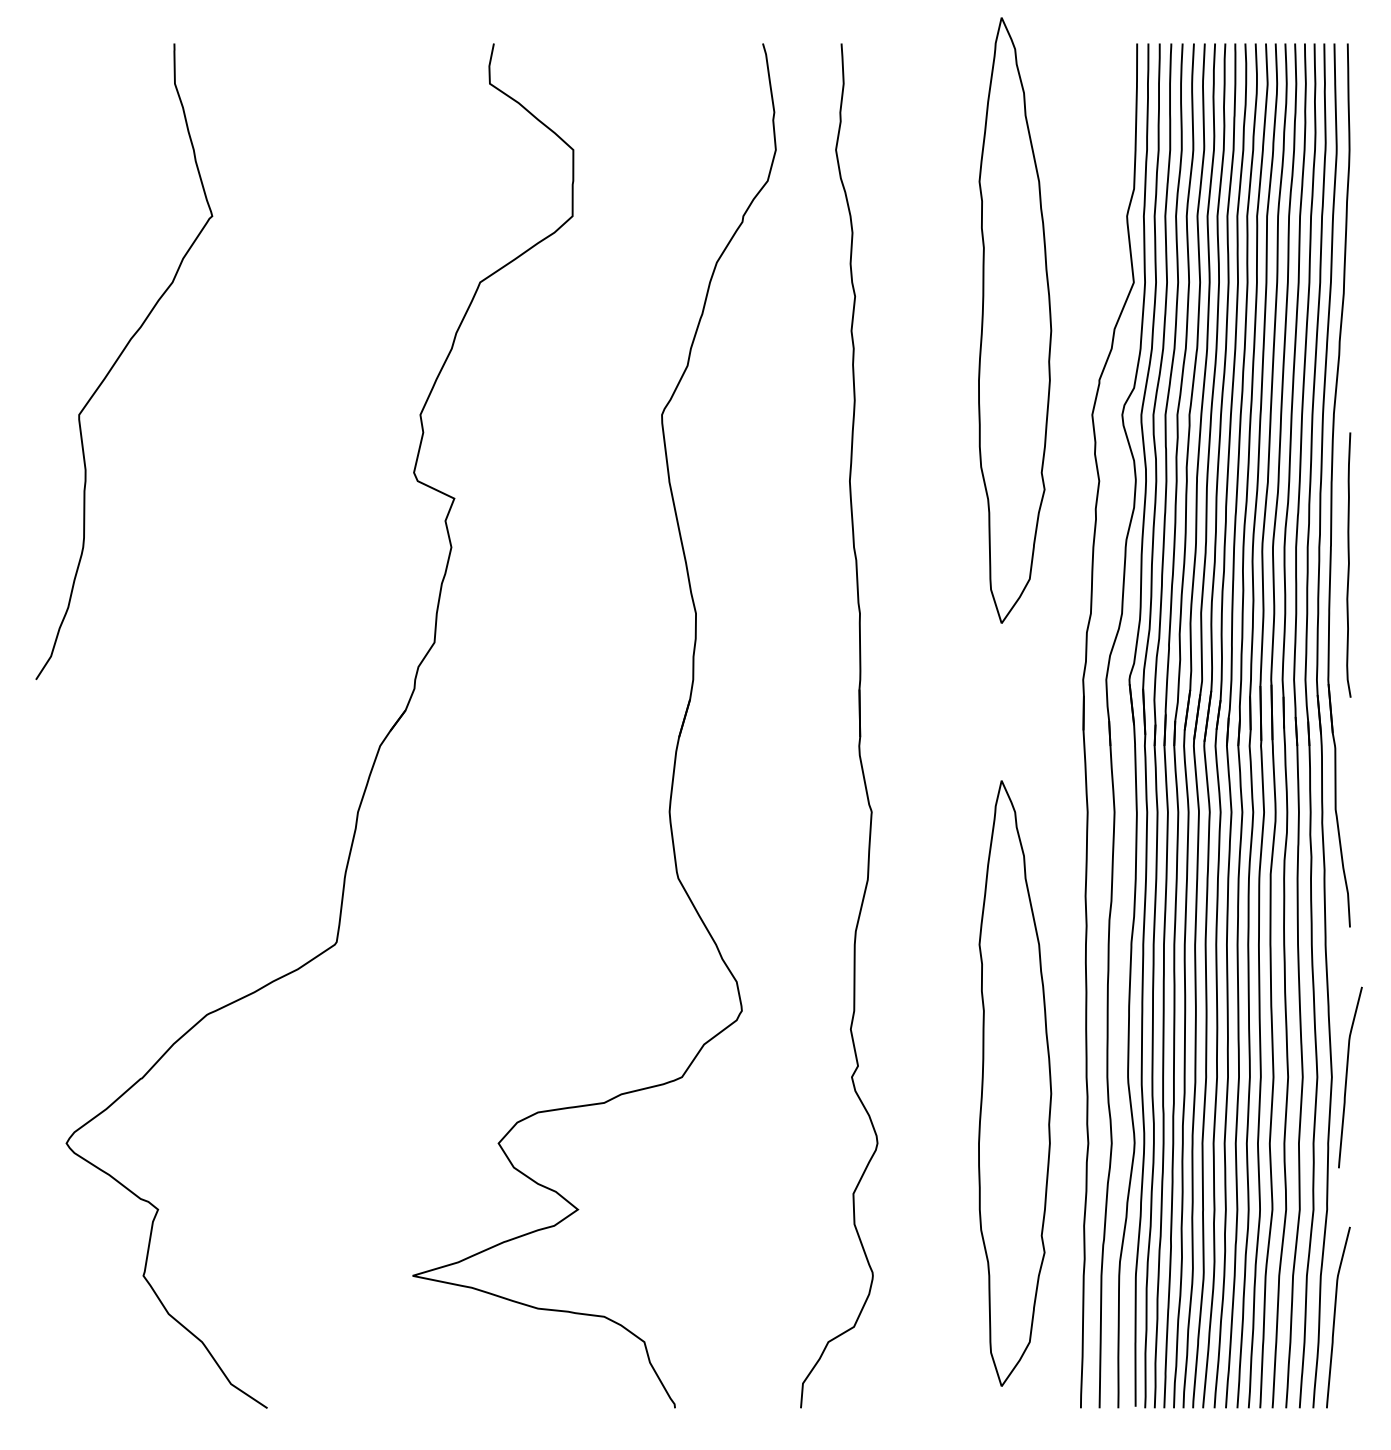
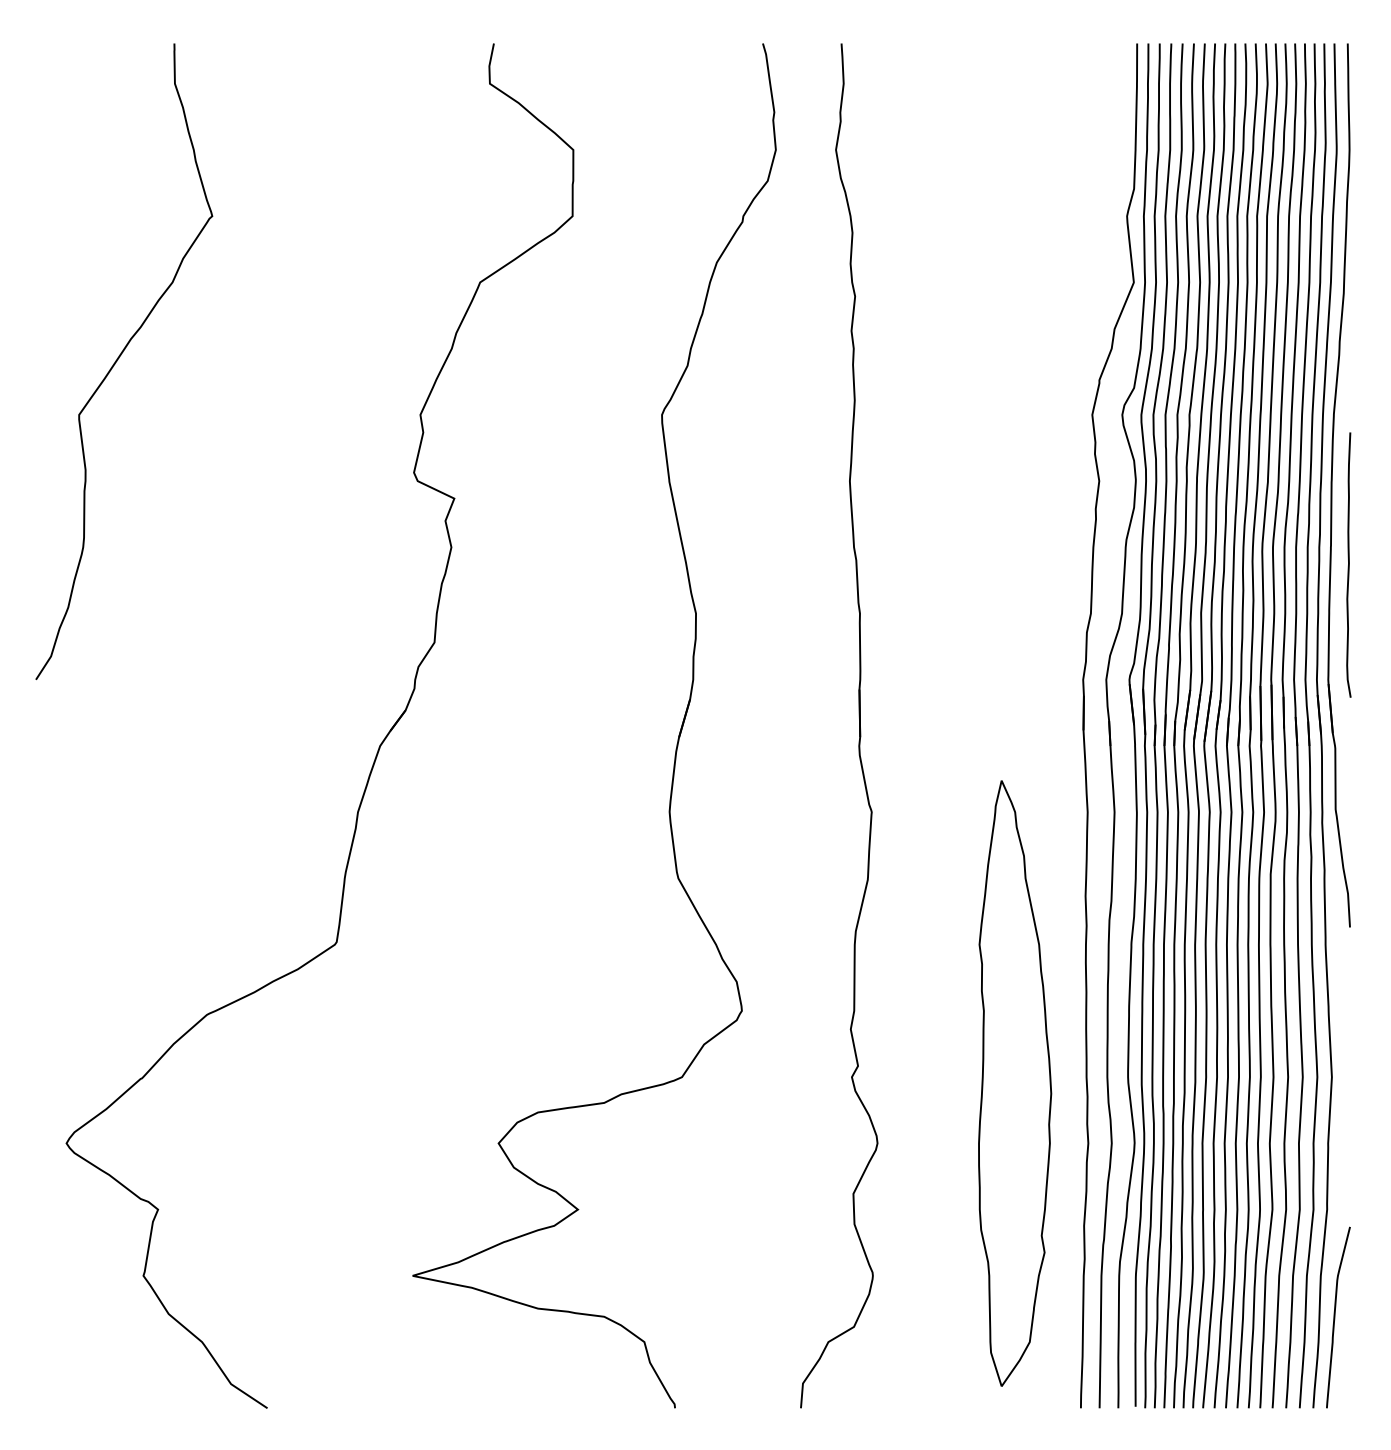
part at (1015, 320): present -> none
curve at (1347, 1077): present -> none
